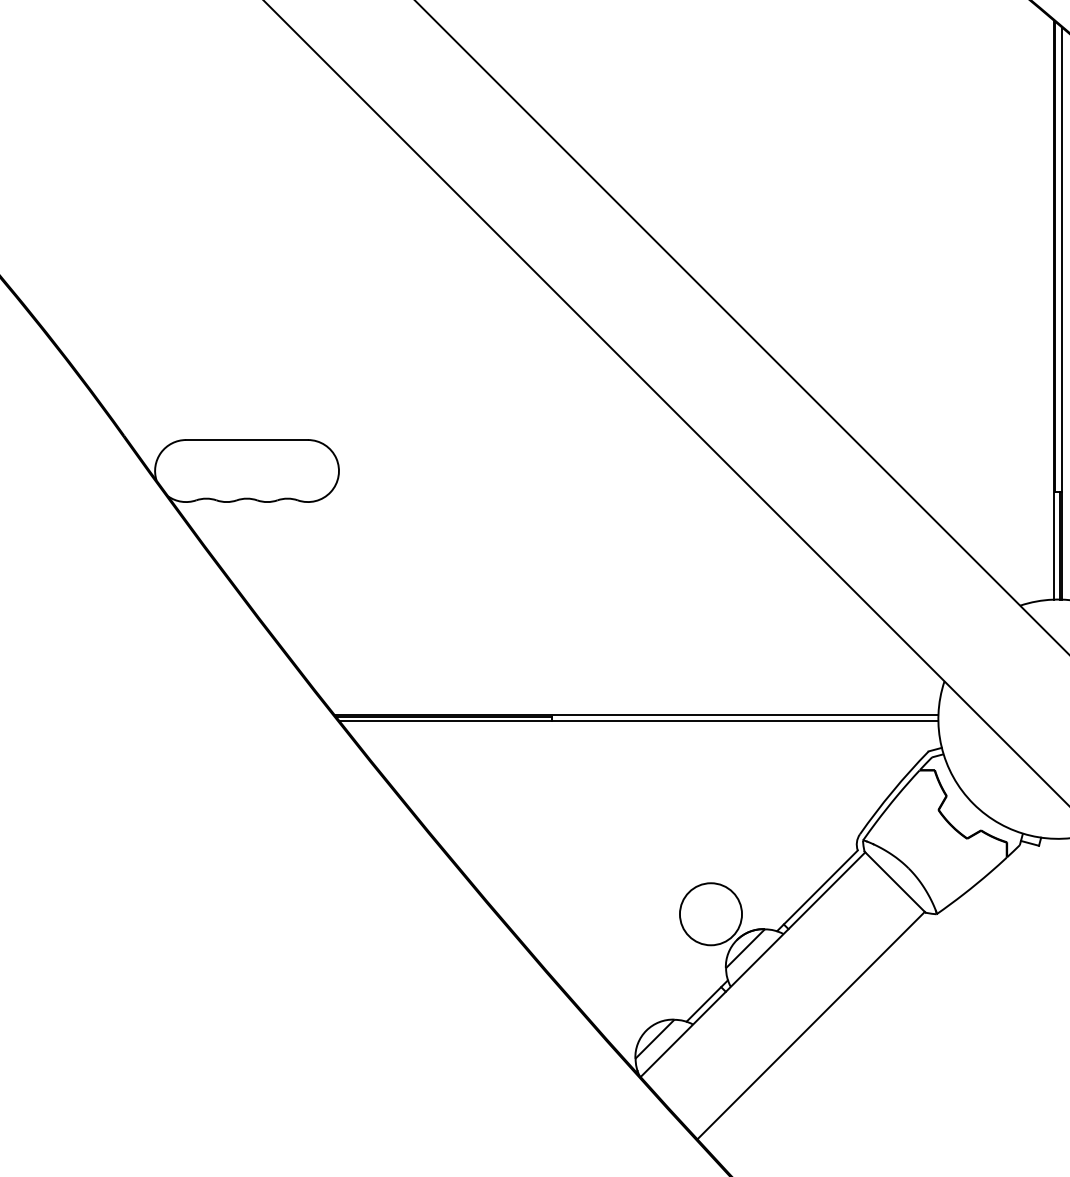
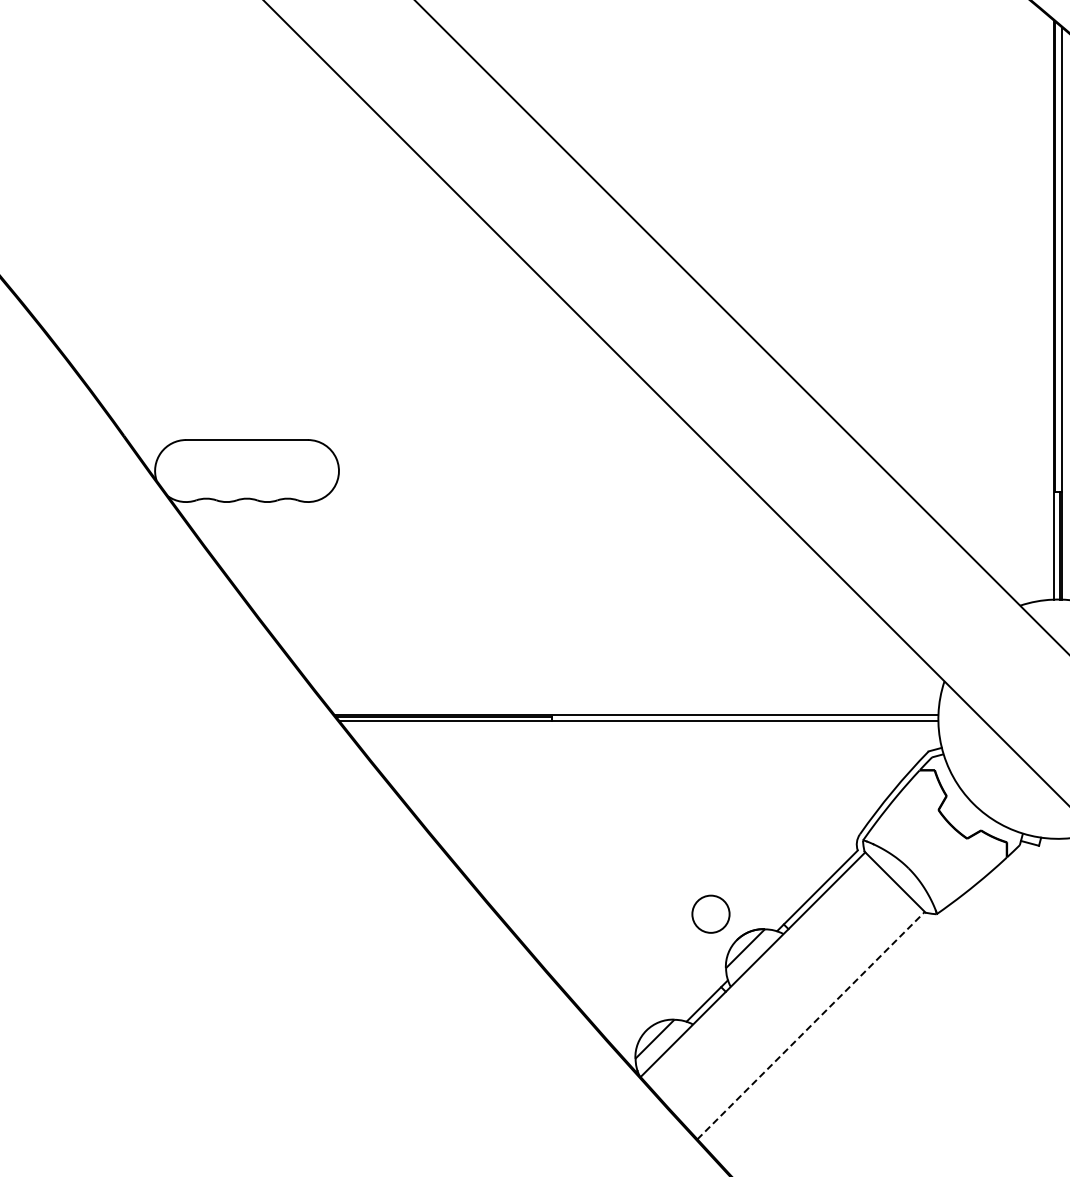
circle at (710, 914) diameter: 62 px -> 37 px
line at (811, 1025): solid -> dashed
